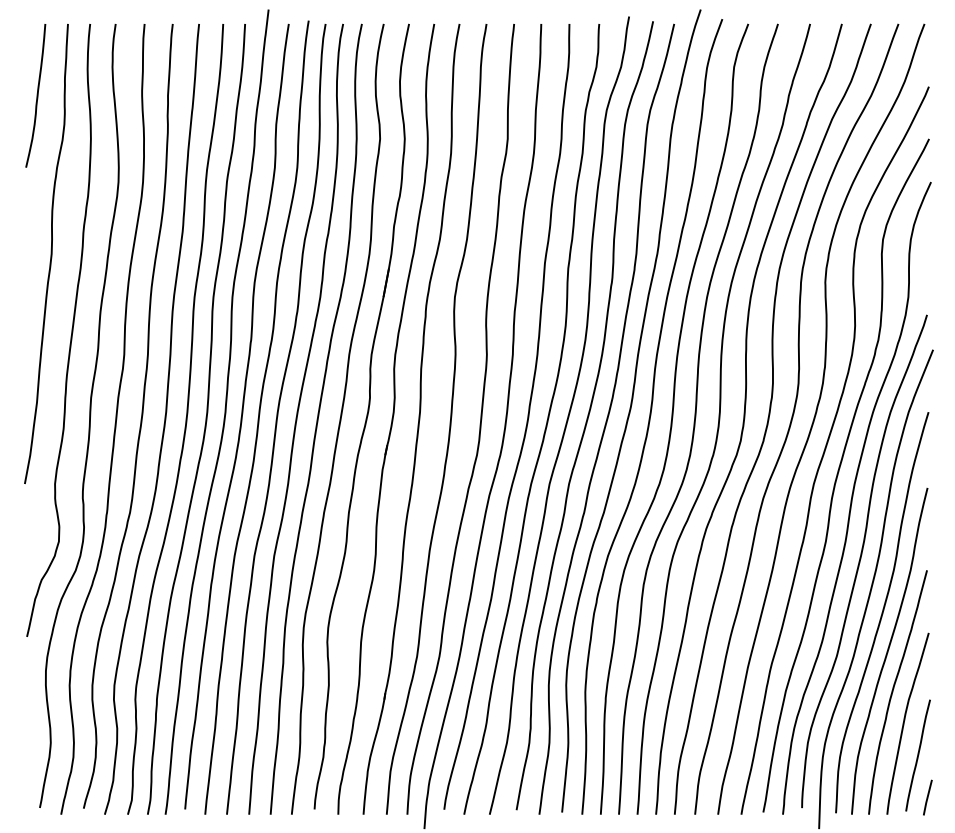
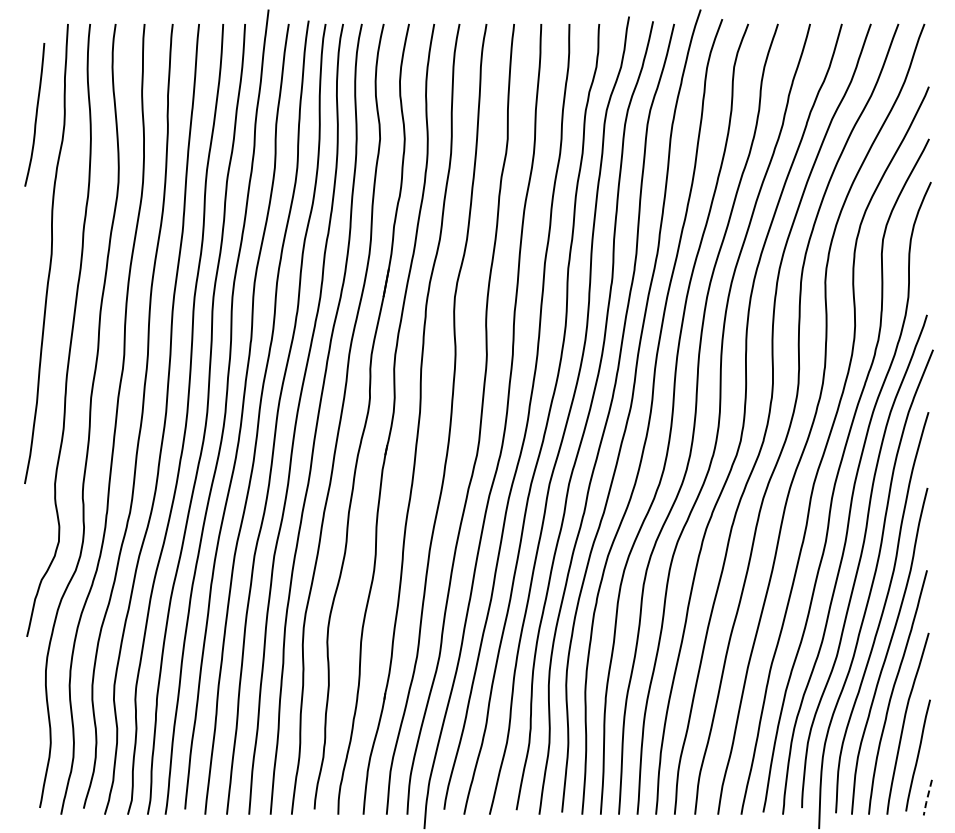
curve at (36, 95) position: (36, 95) -> (35, 114)
line at (927, 798): solid -> dashed
